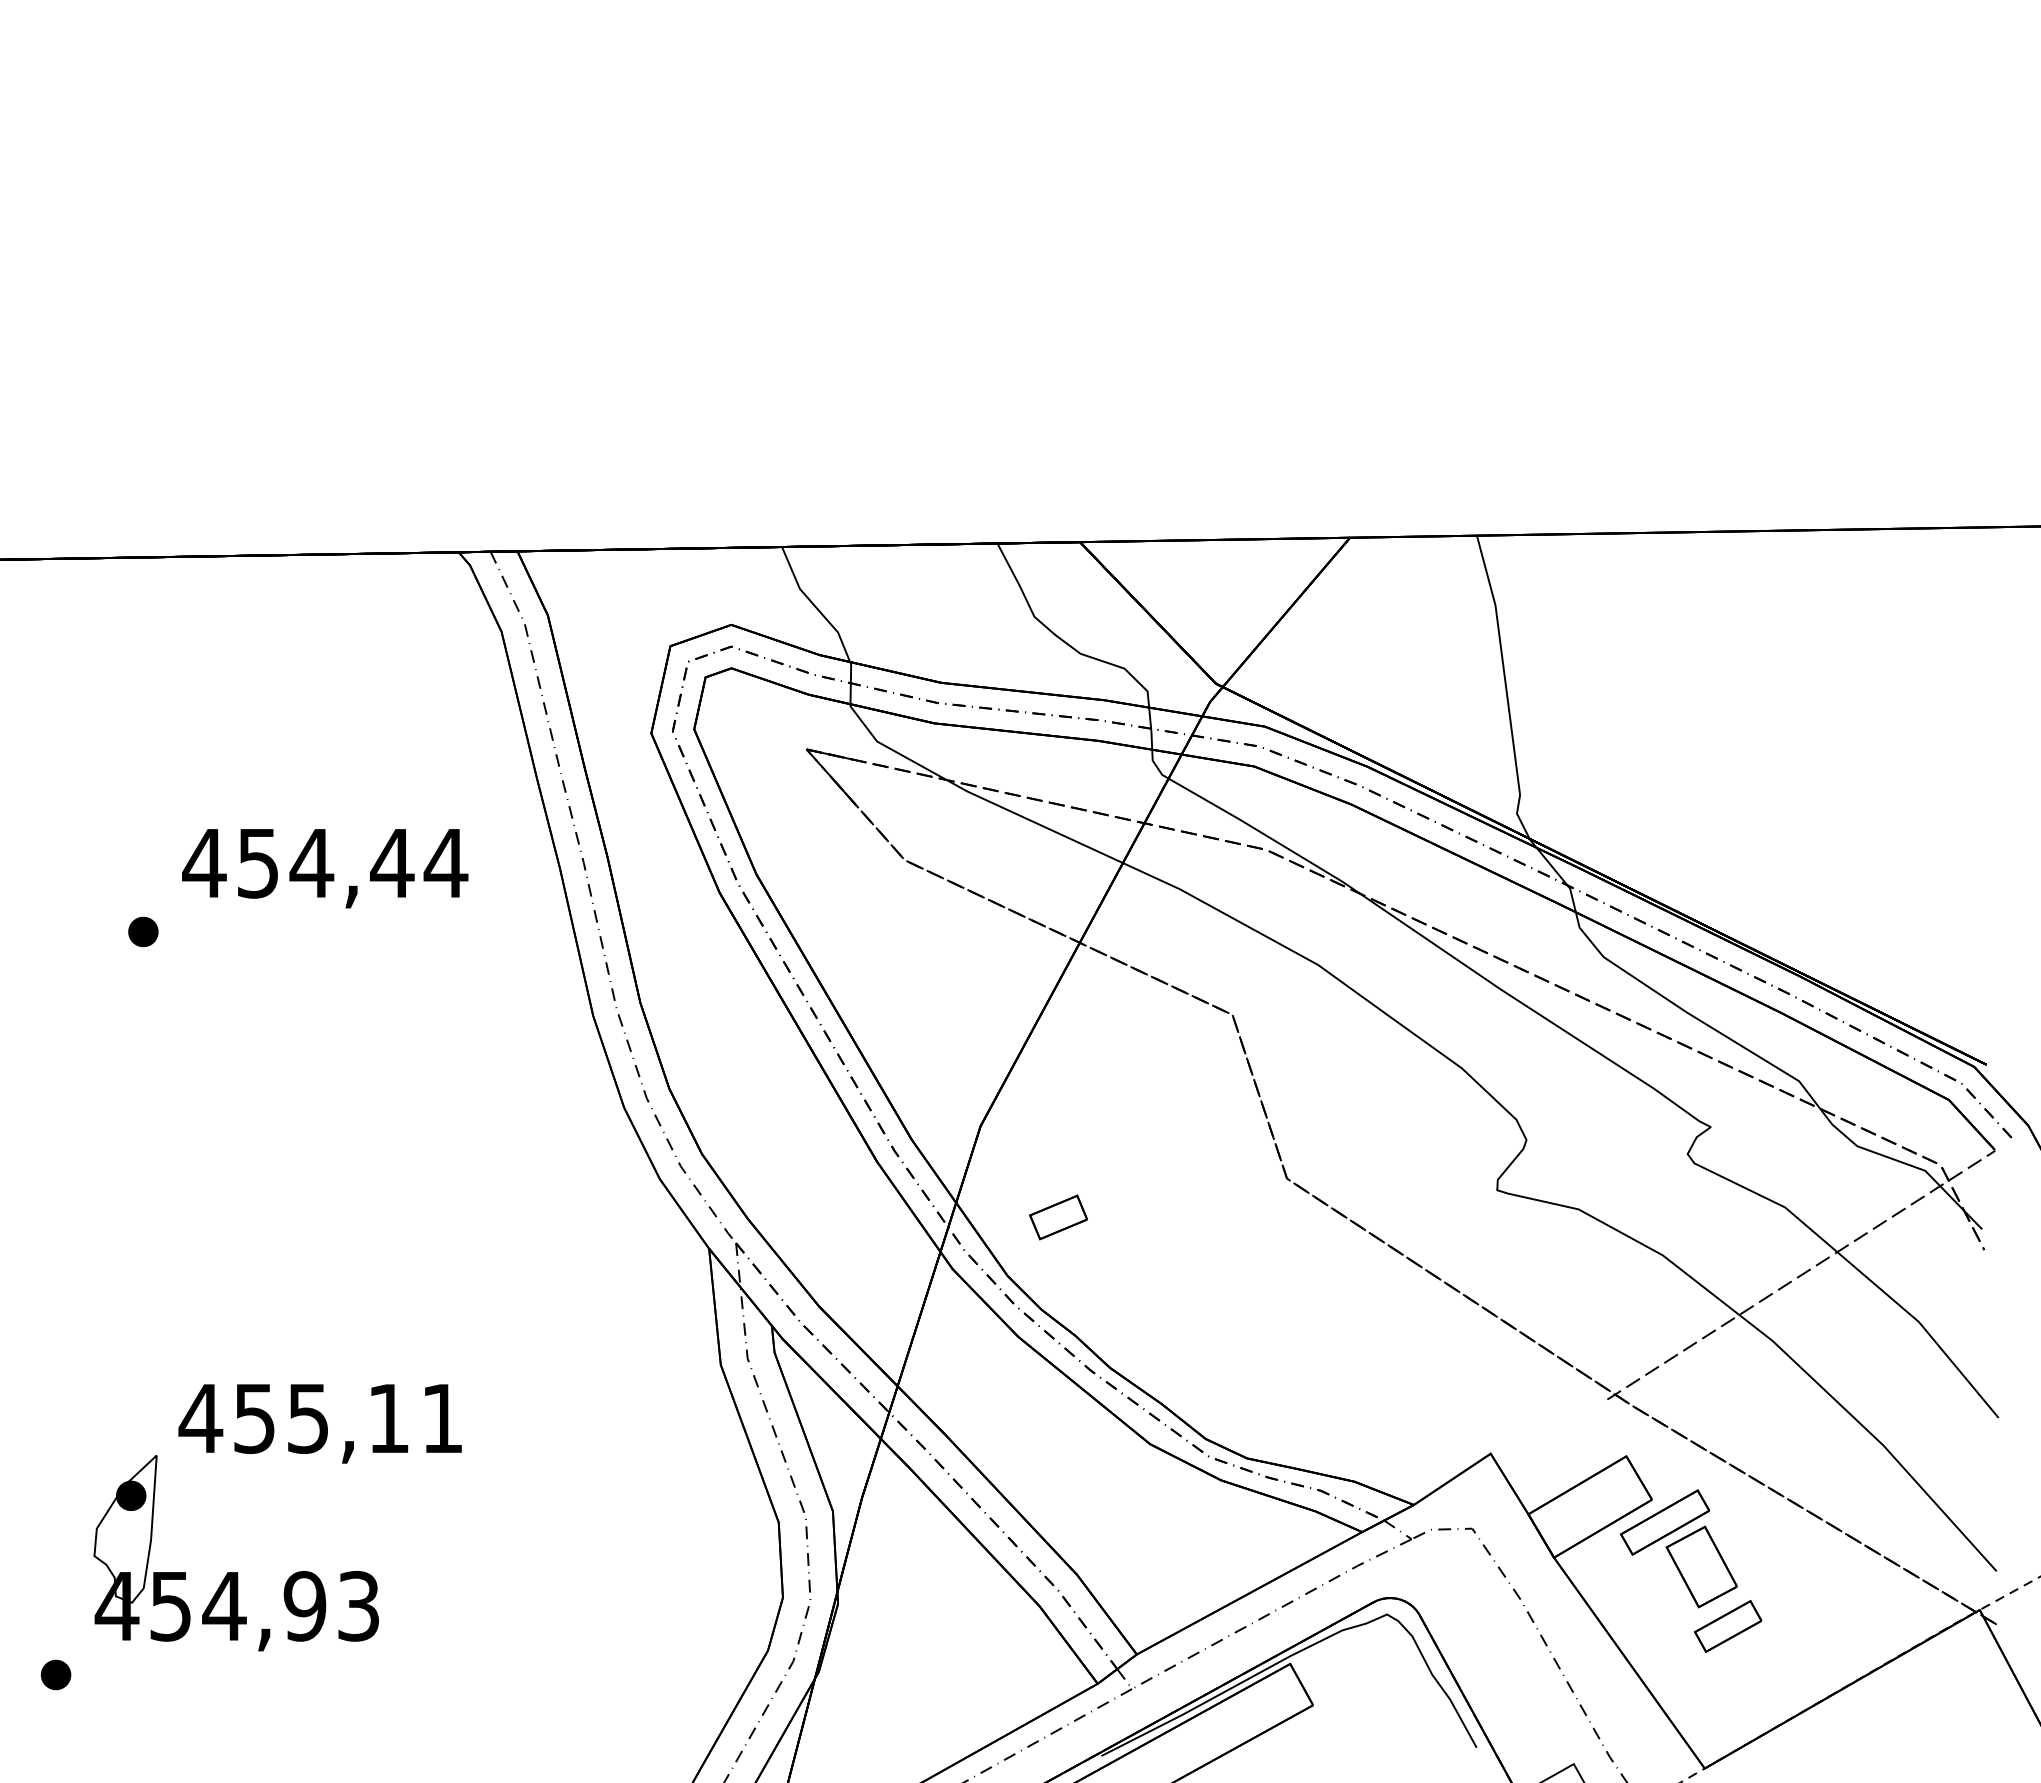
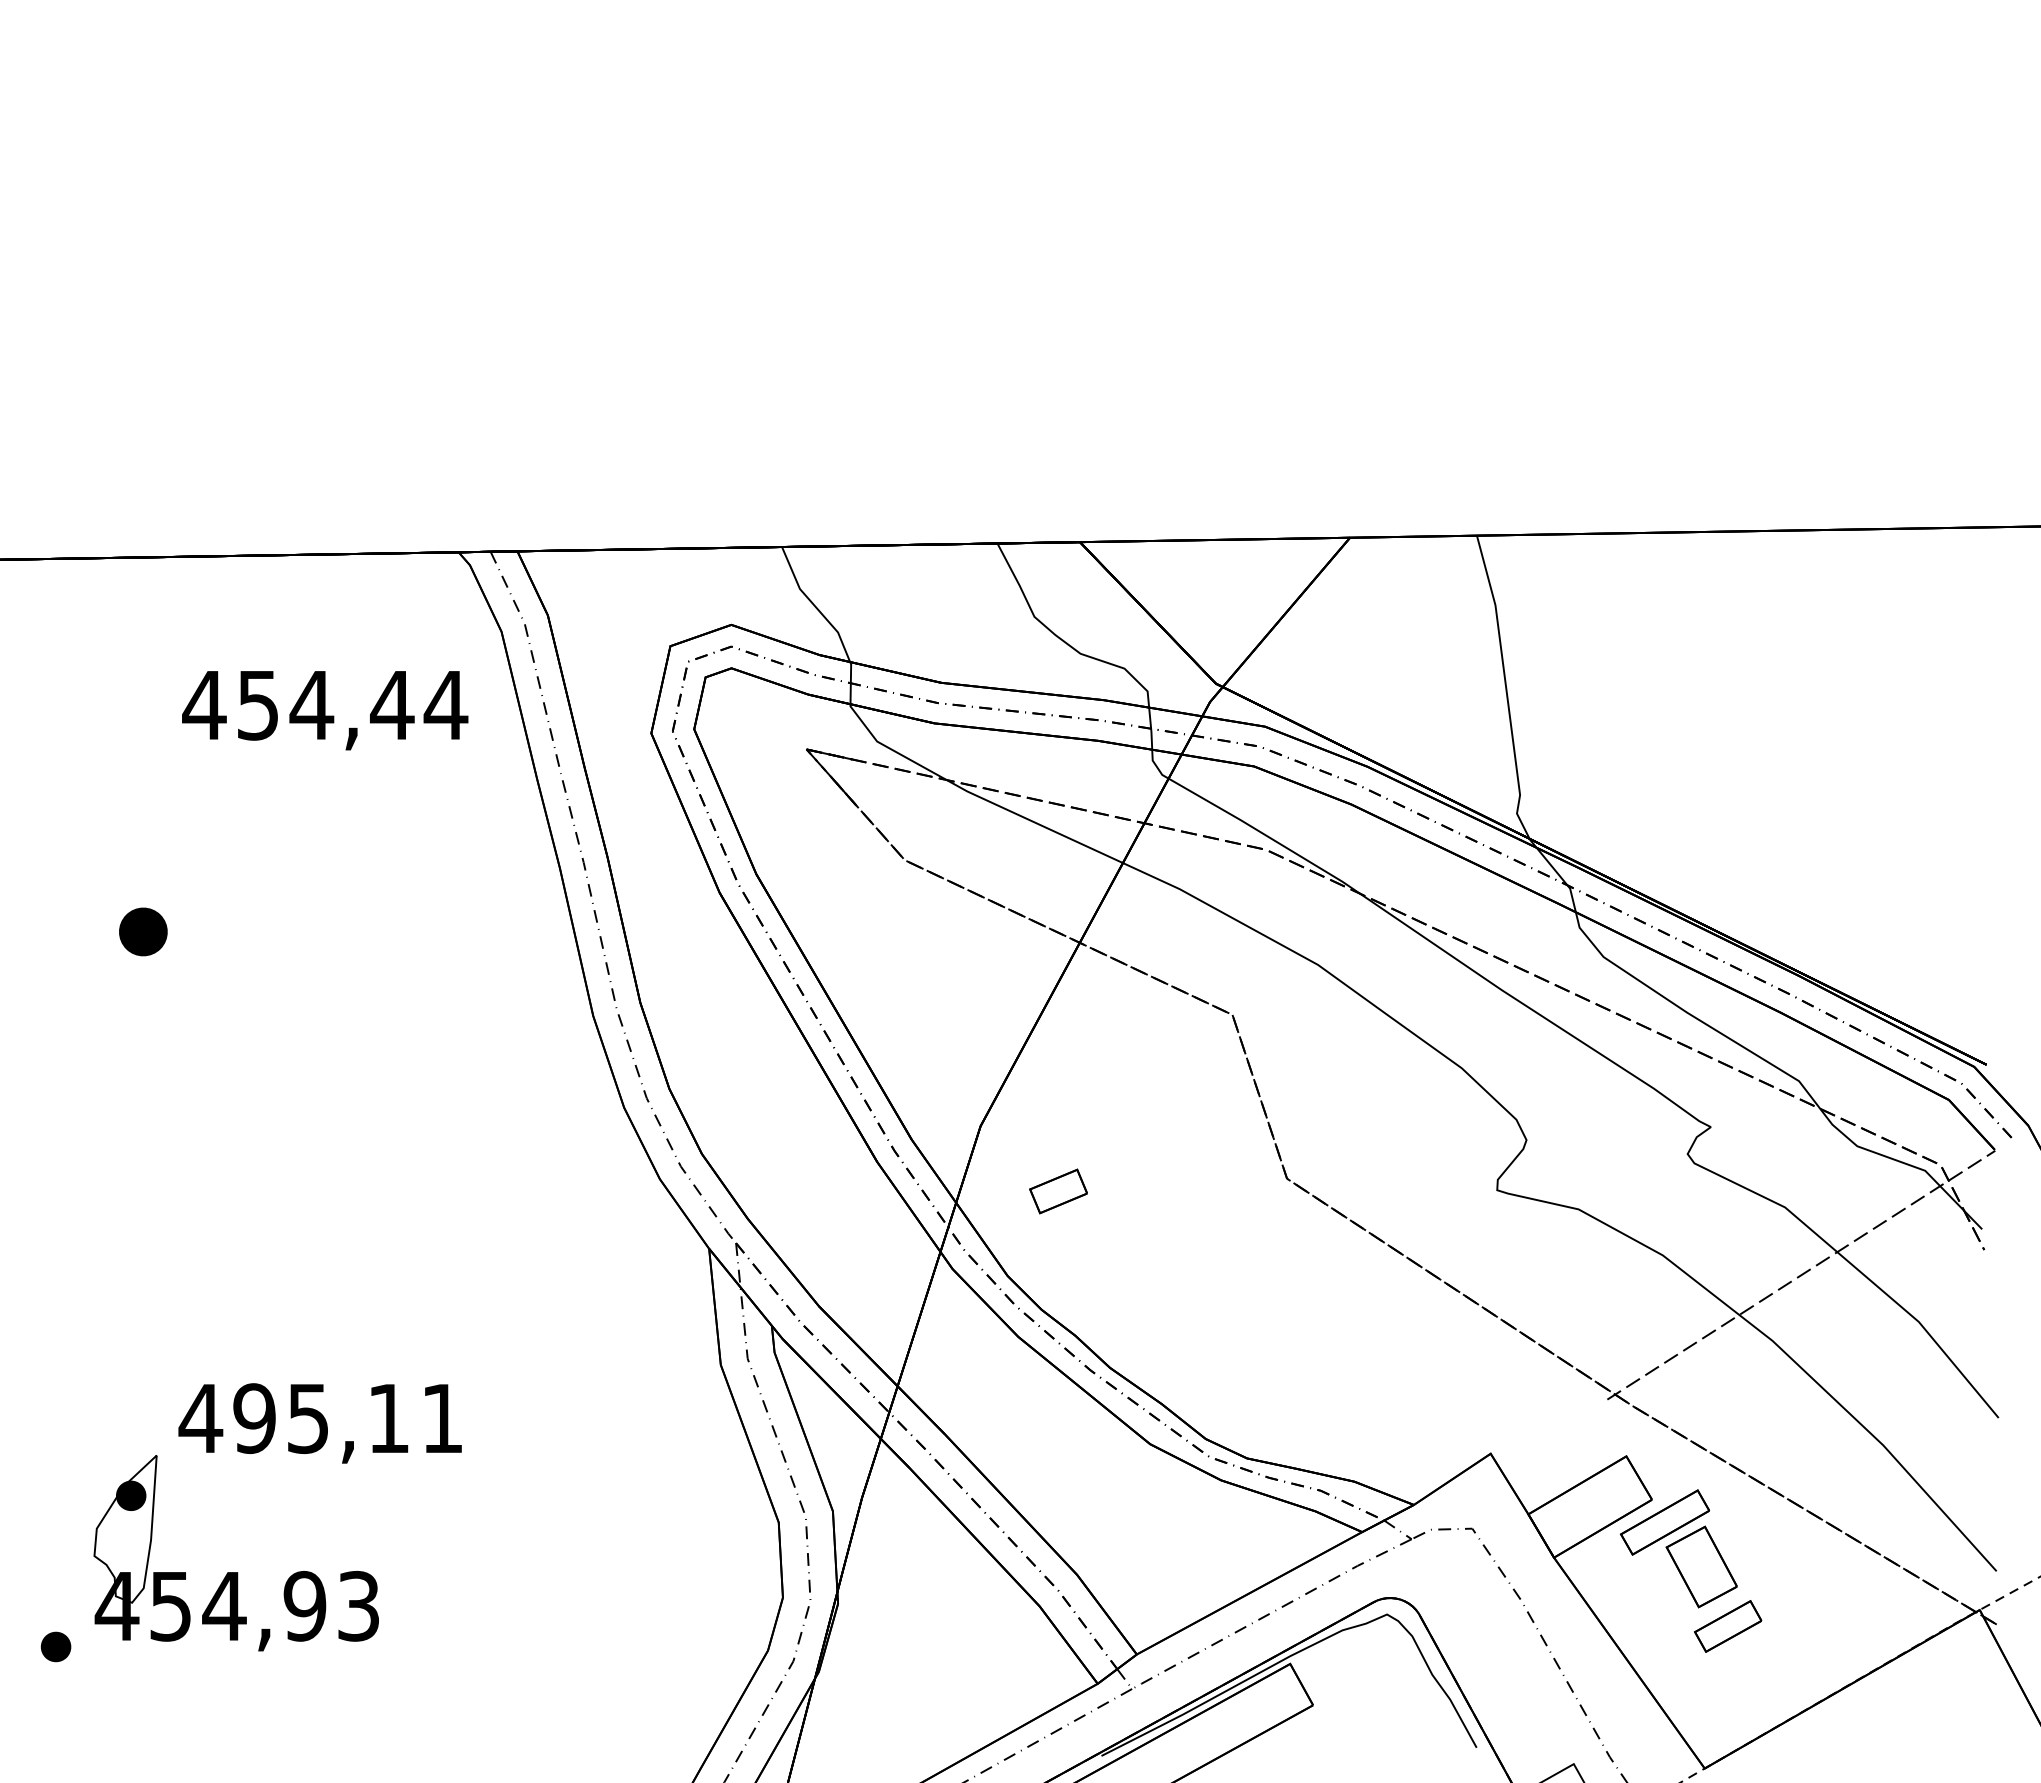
text at (325, 868) position: (325, 868) -> (325, 710)
part at (143, 931) size: 31x32 px -> 49x50 px
part at (1058, 1217) position: (1058, 1217) -> (1058, 1191)
text at (254, 1418): 455,11 -> 495,11
part at (55, 1674) position: (55, 1674) -> (55, 1646)
